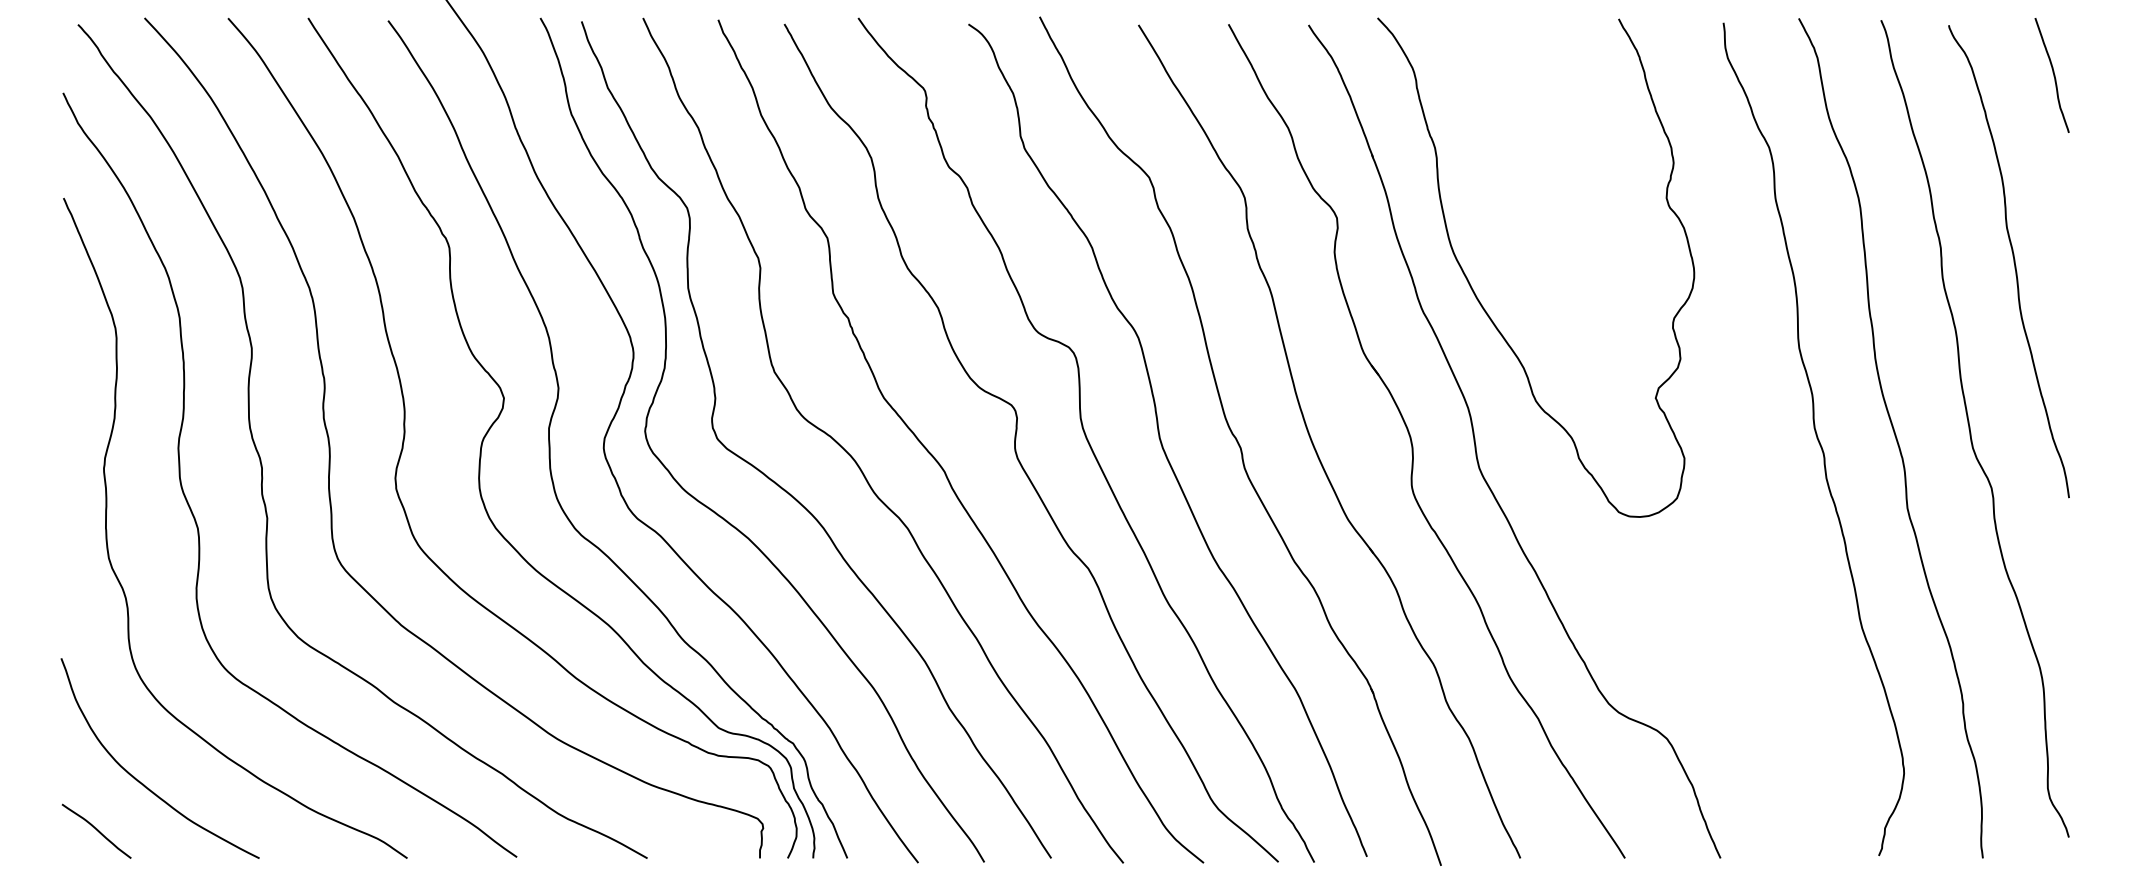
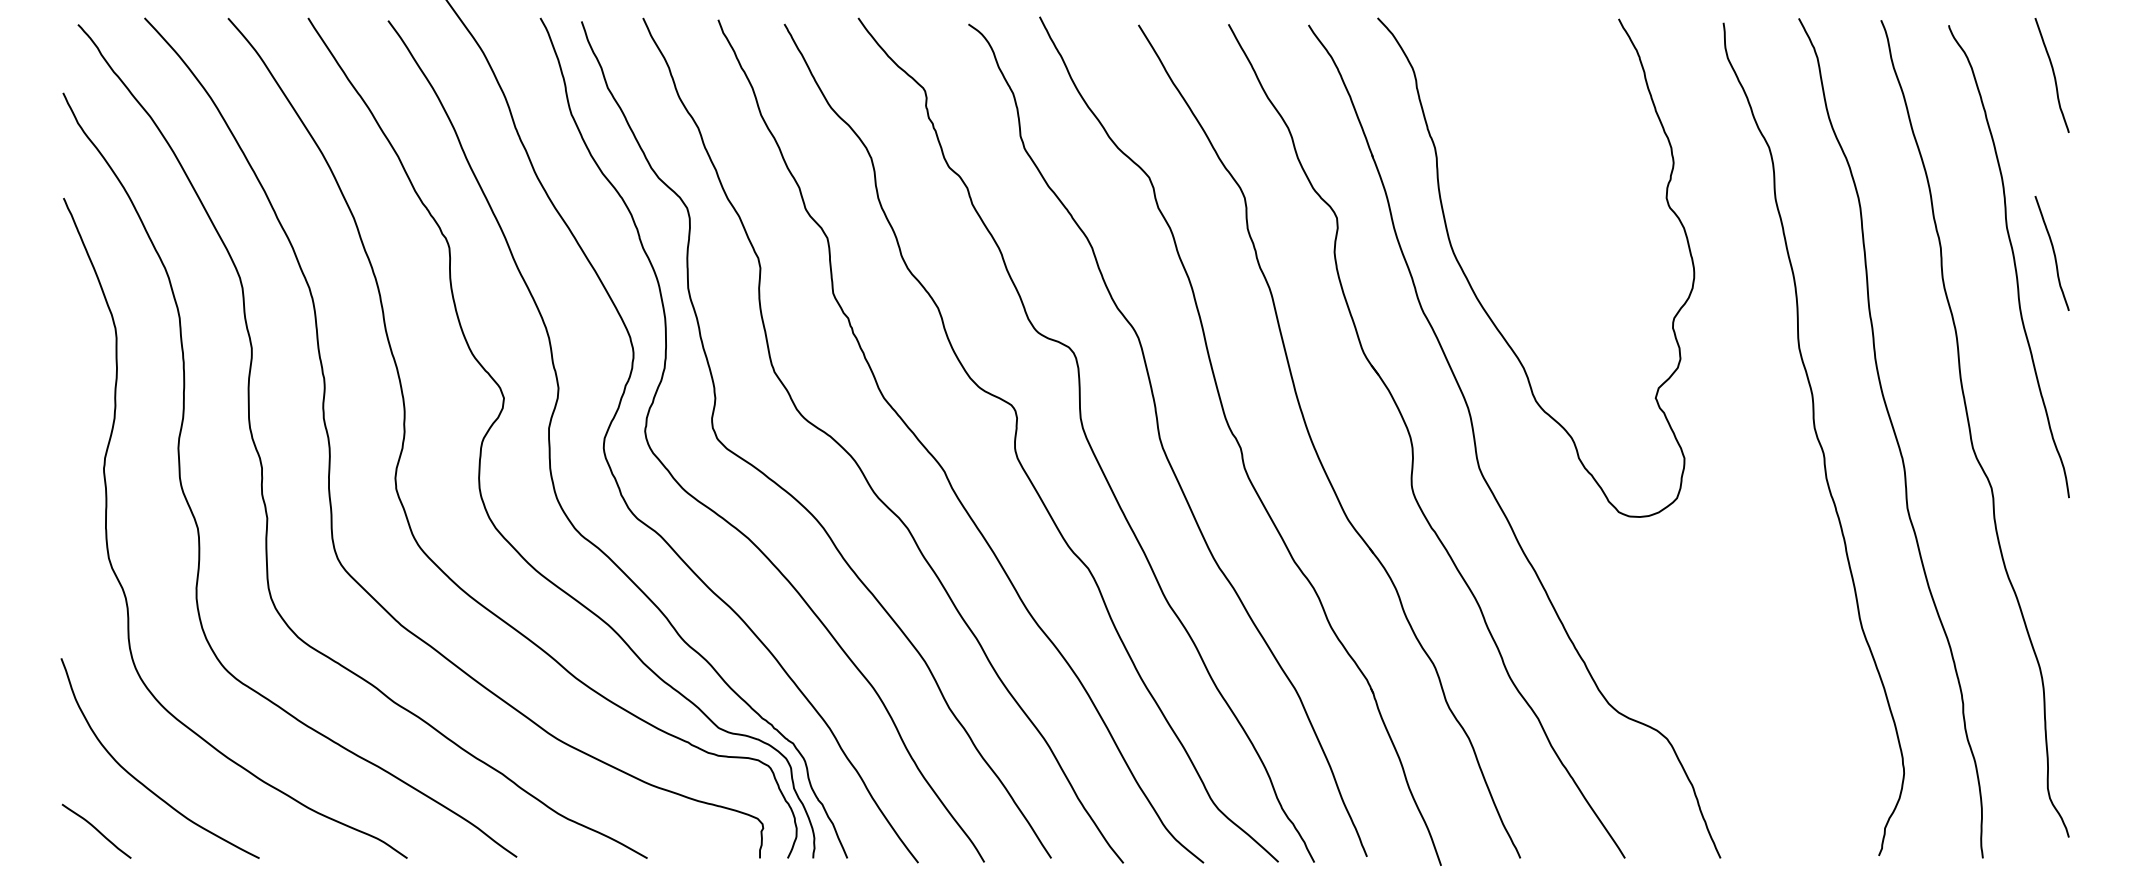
curve at (2053, 253): none -> present
